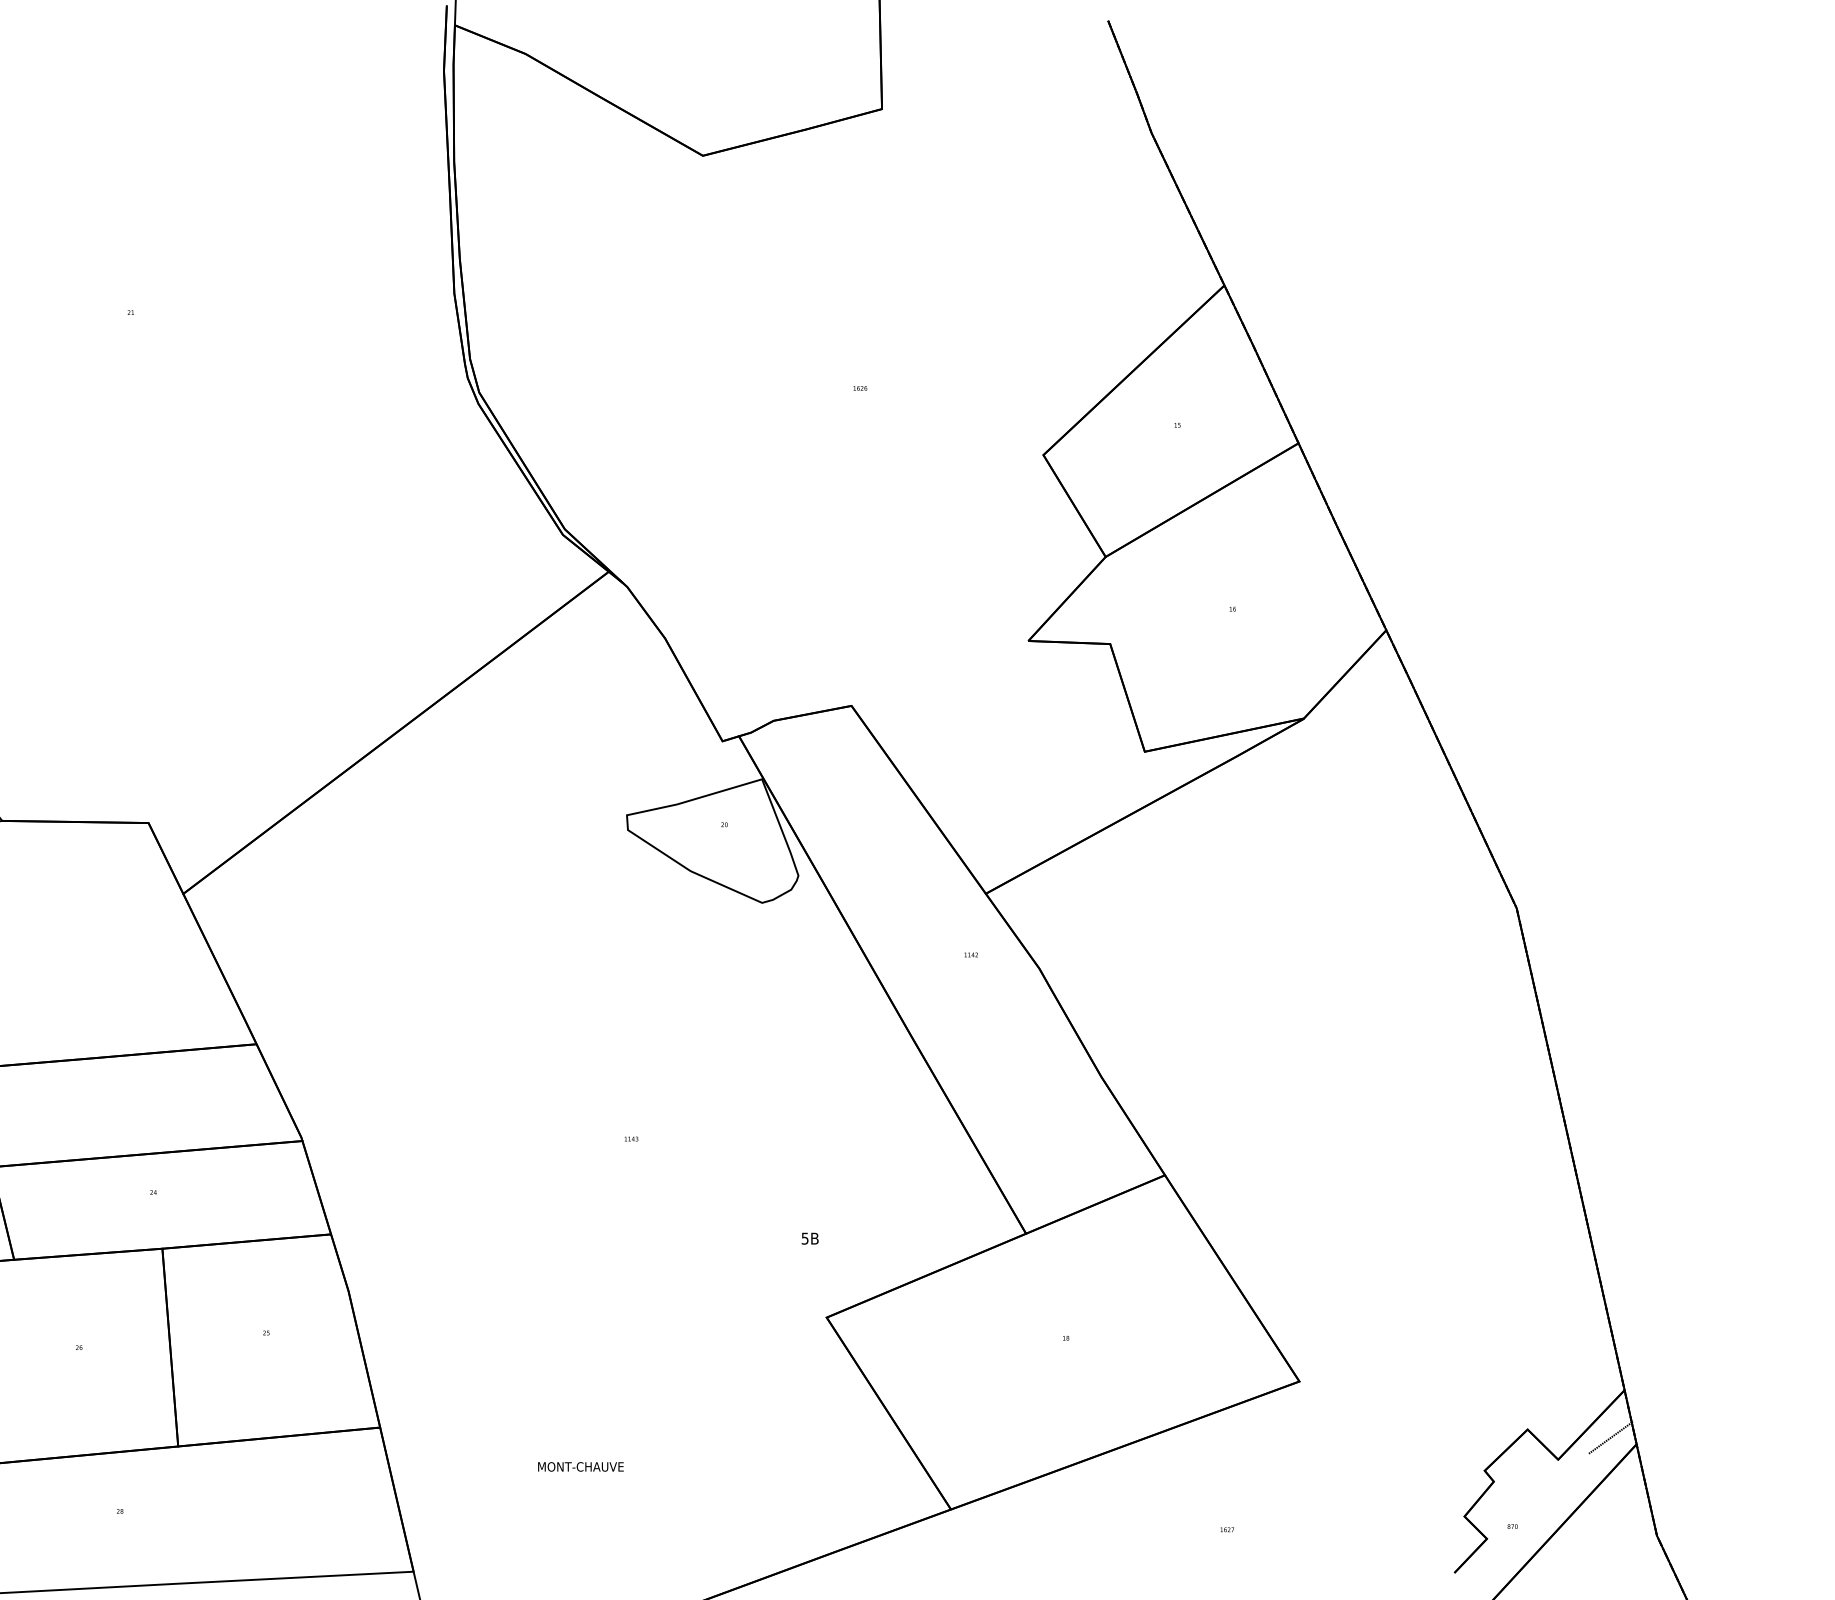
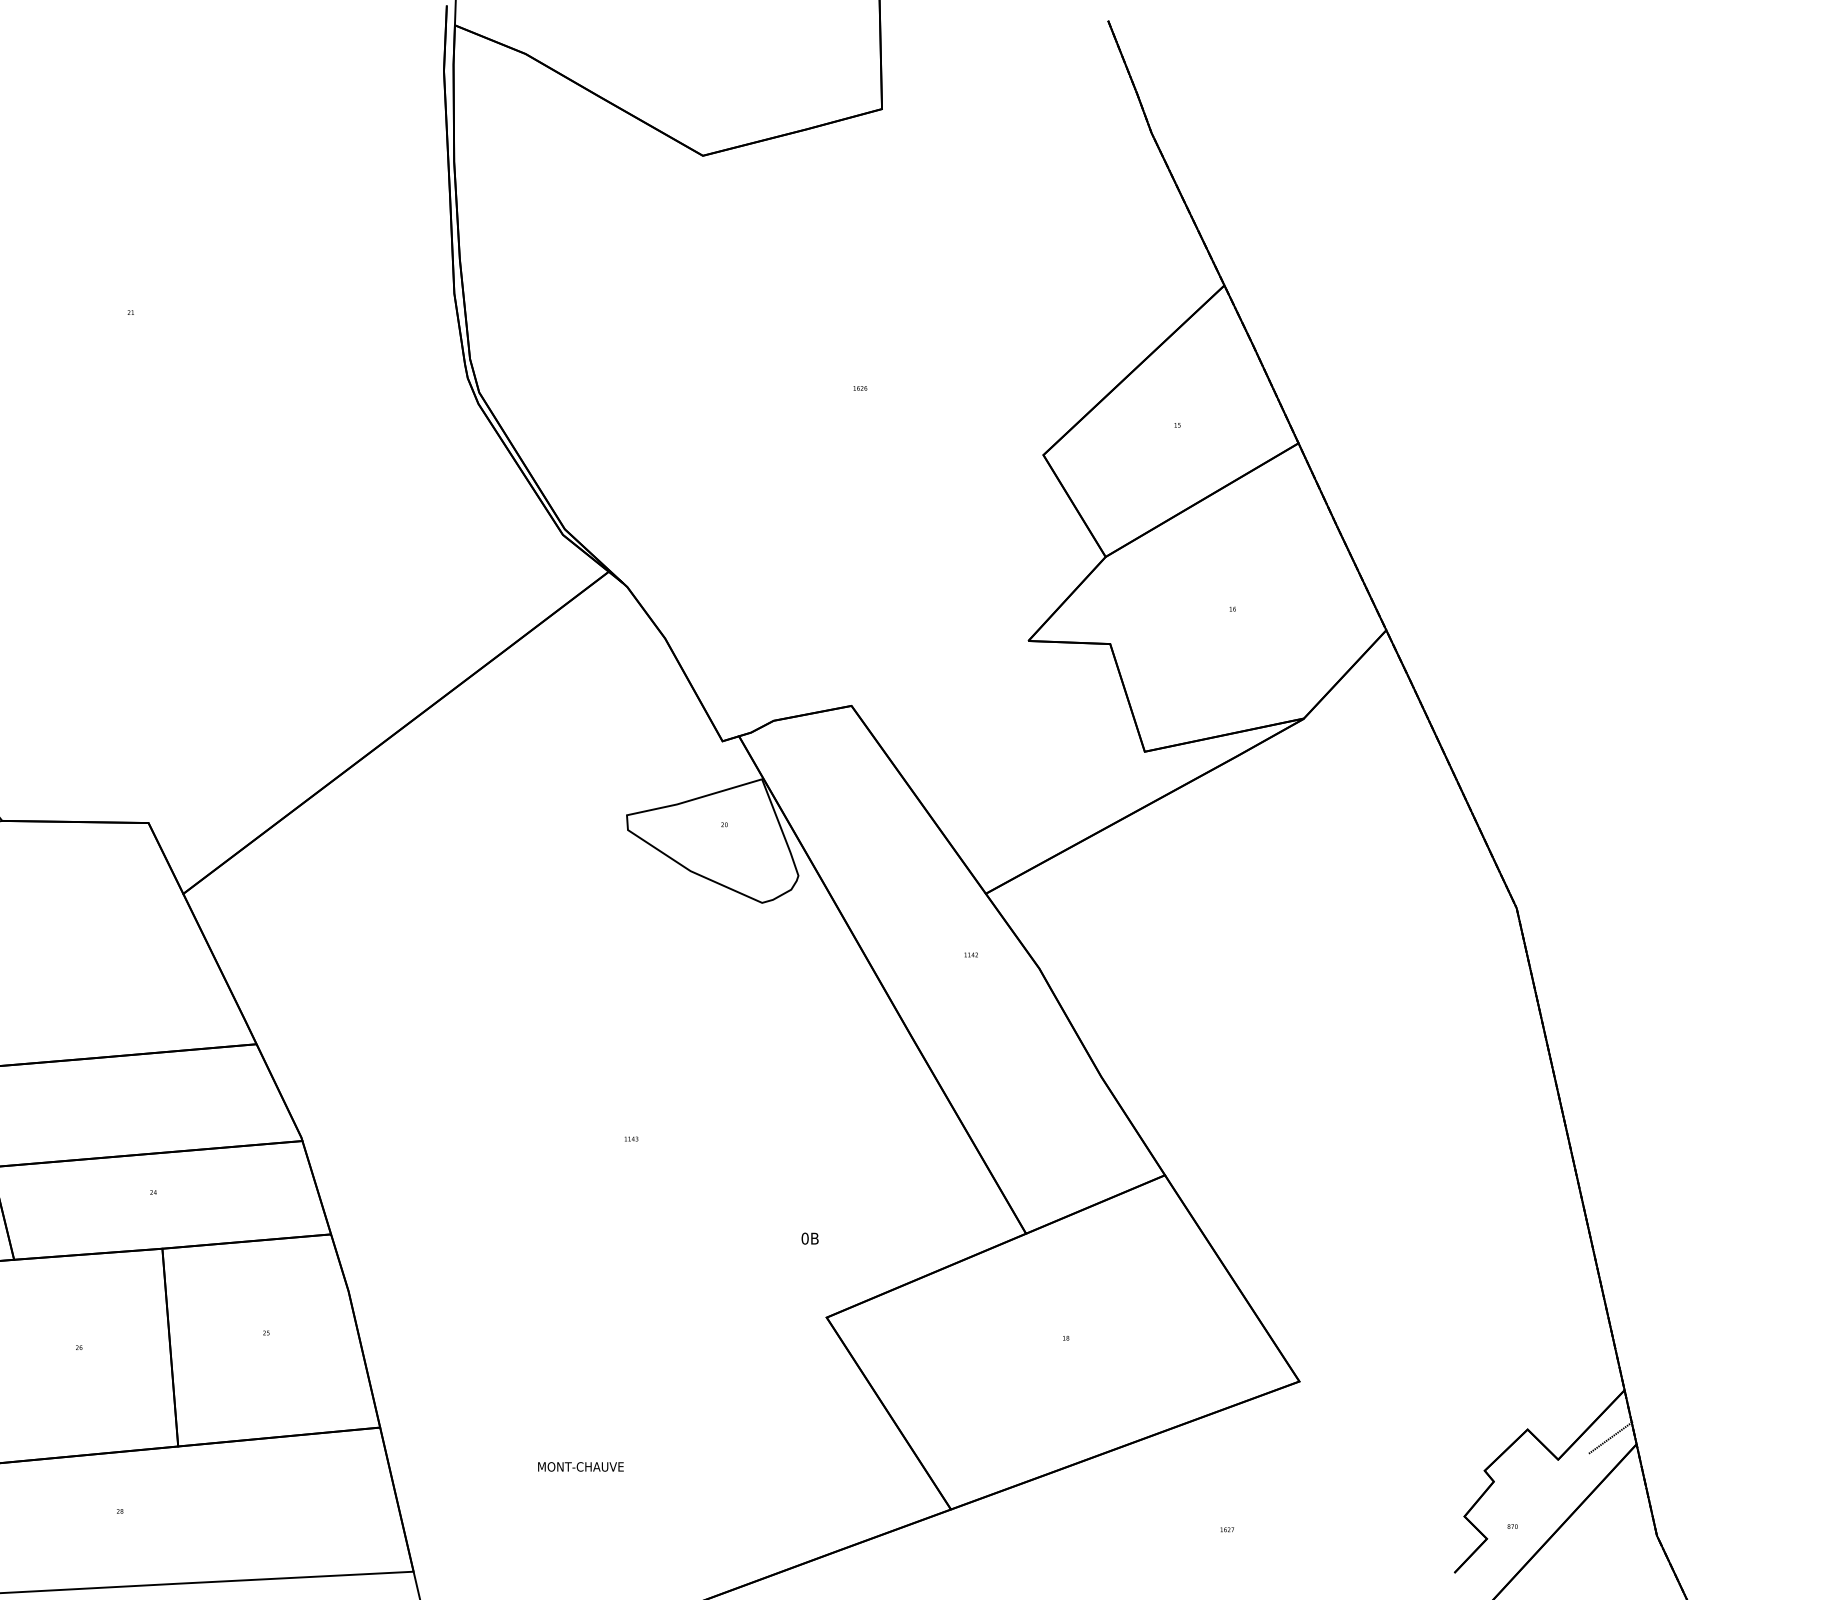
text at (804, 1238): 5B -> 0B
